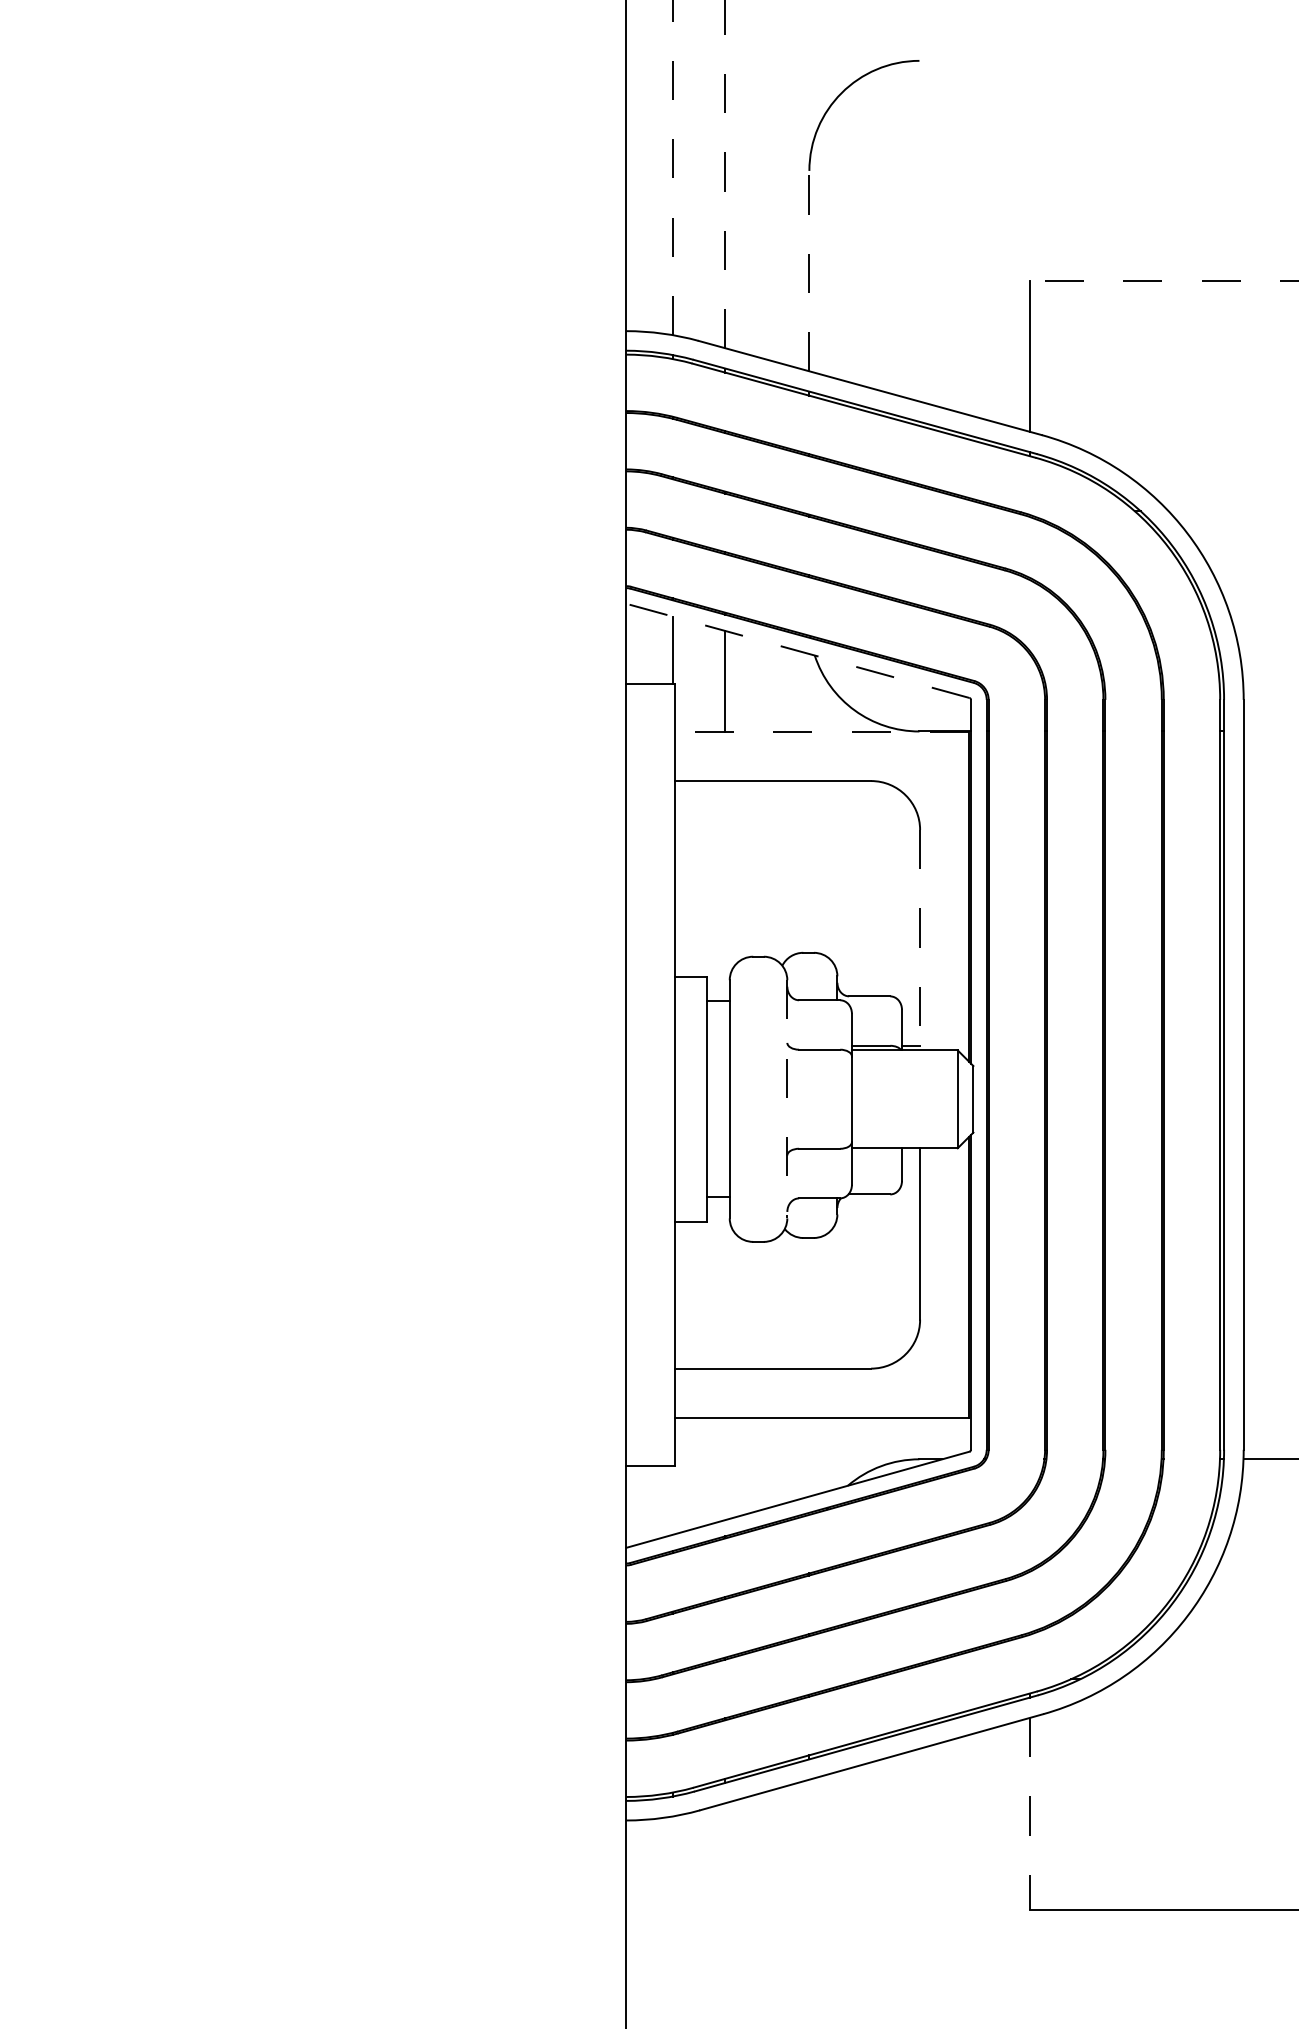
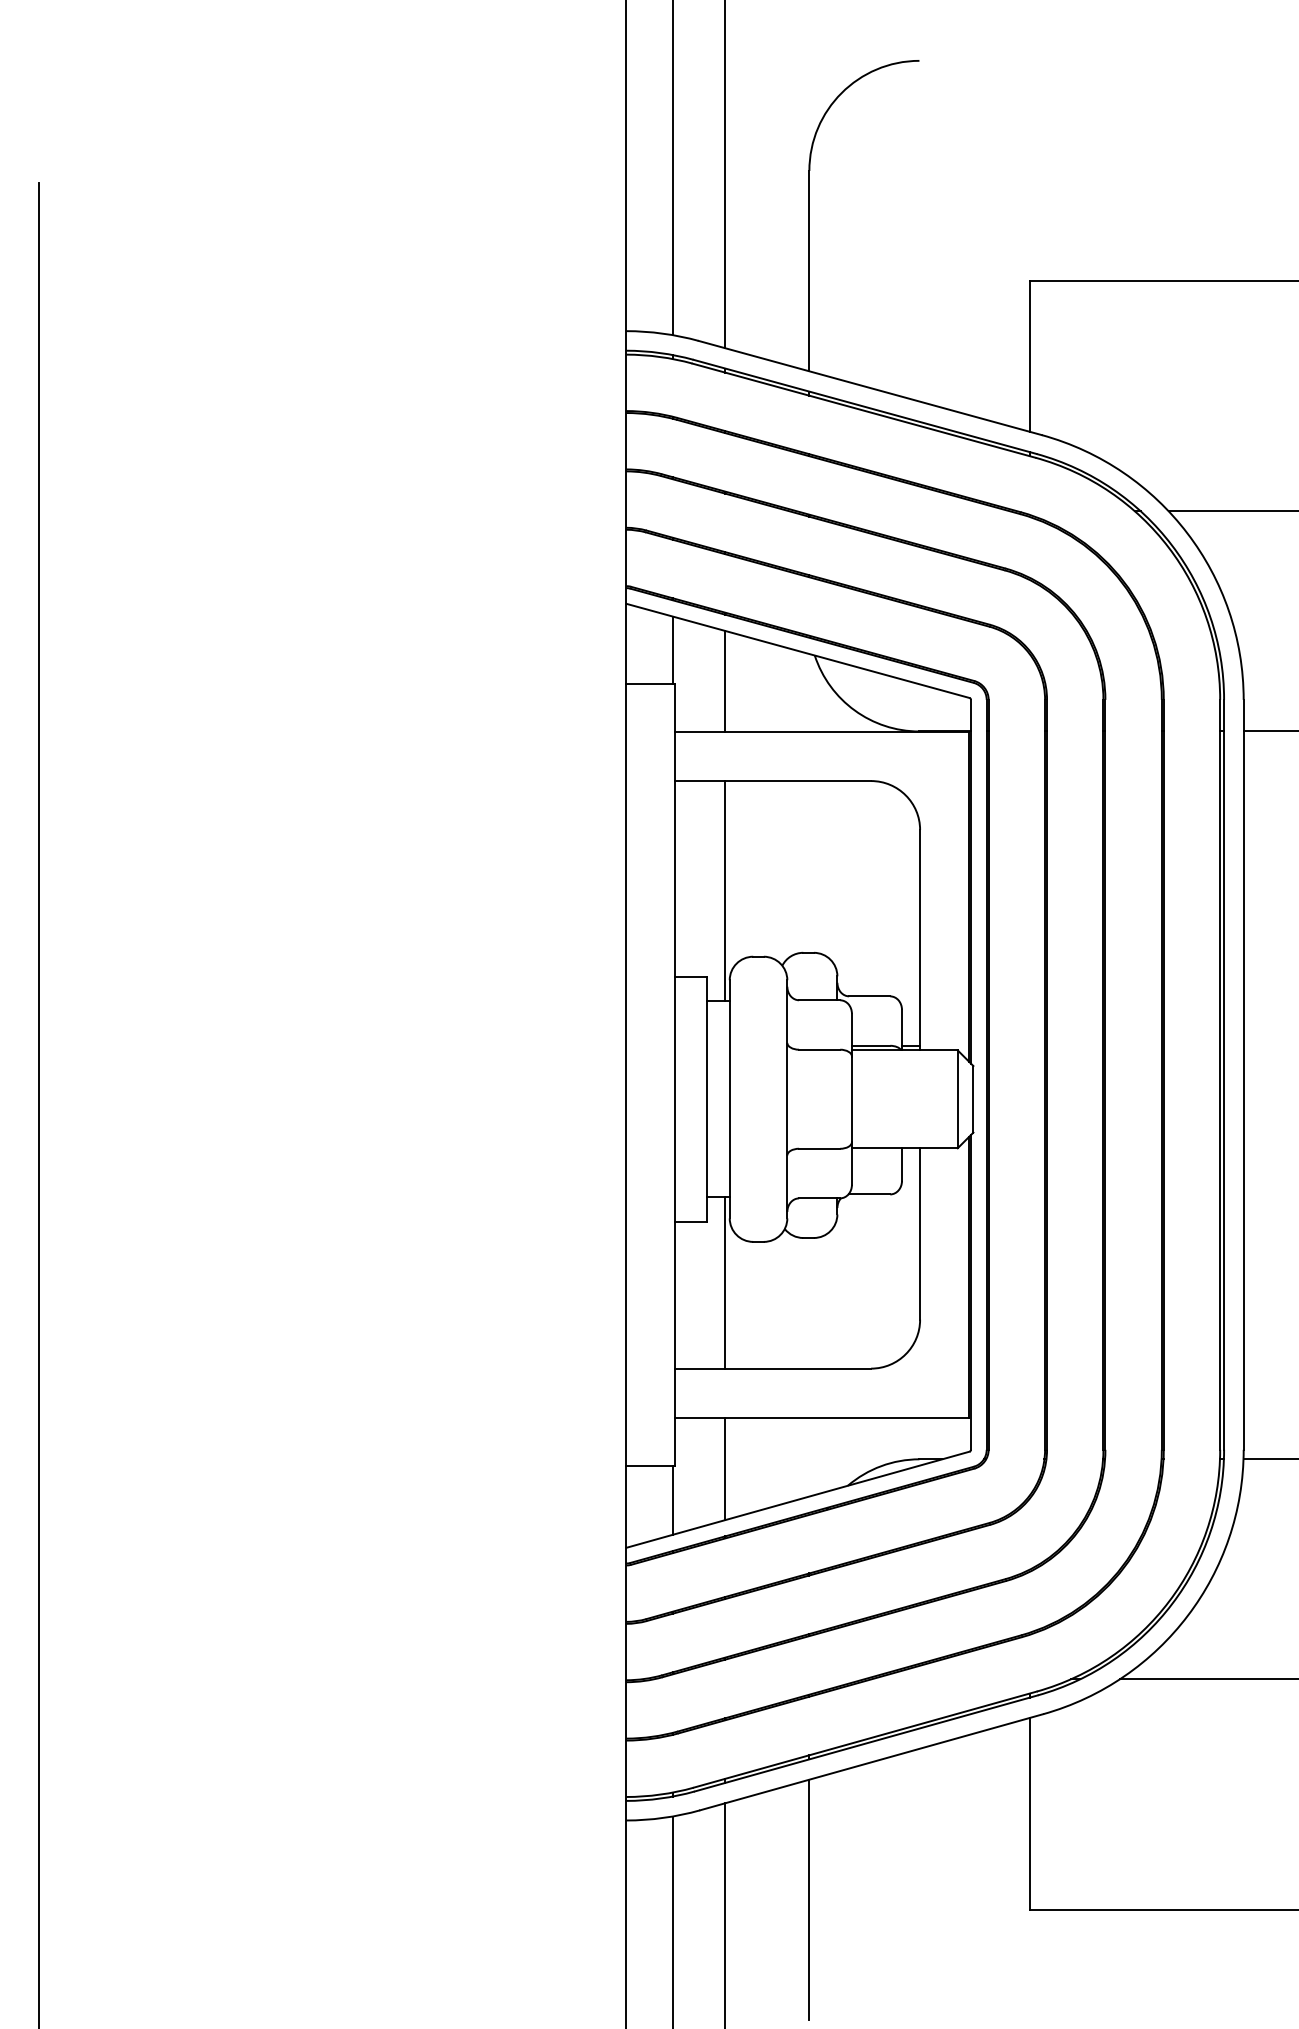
line at (672, 167): dashed -> solid
line at (725, 174): dashed -> solid
line at (809, 270): dashed -> solid
line at (1163, 281): dashed -> solid
line at (1231, 511): none -> present
line at (798, 650): dashed -> solid
line at (1269, 731): none -> present
line at (822, 732): dashed -> solid
line at (725, 891): none -> present
line at (920, 940): dashed -> solid
line at (787, 1099): dashed -> solid
line at (38, 1104): none -> present
line at (725, 1282): none -> present
line at (725, 1468): none -> present
line at (672, 1499): none -> present
line at (1207, 1679): none -> present
line at (1029, 1813): dashed -> solid
line at (809, 1899): none -> present
line at (725, 1914): none -> present
line at (672, 1920): none -> present
